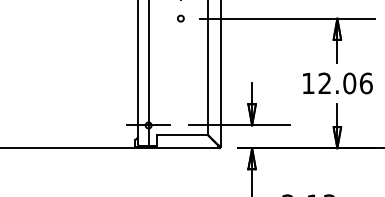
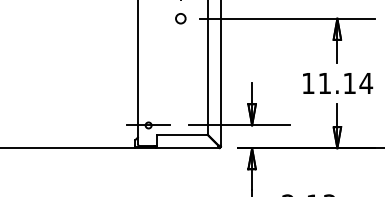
circle at (180, 18) size: 8x9 px -> 12x12 px
line at (148, 74): present -> none
text at (345, 83): 12.06 -> 11.14
